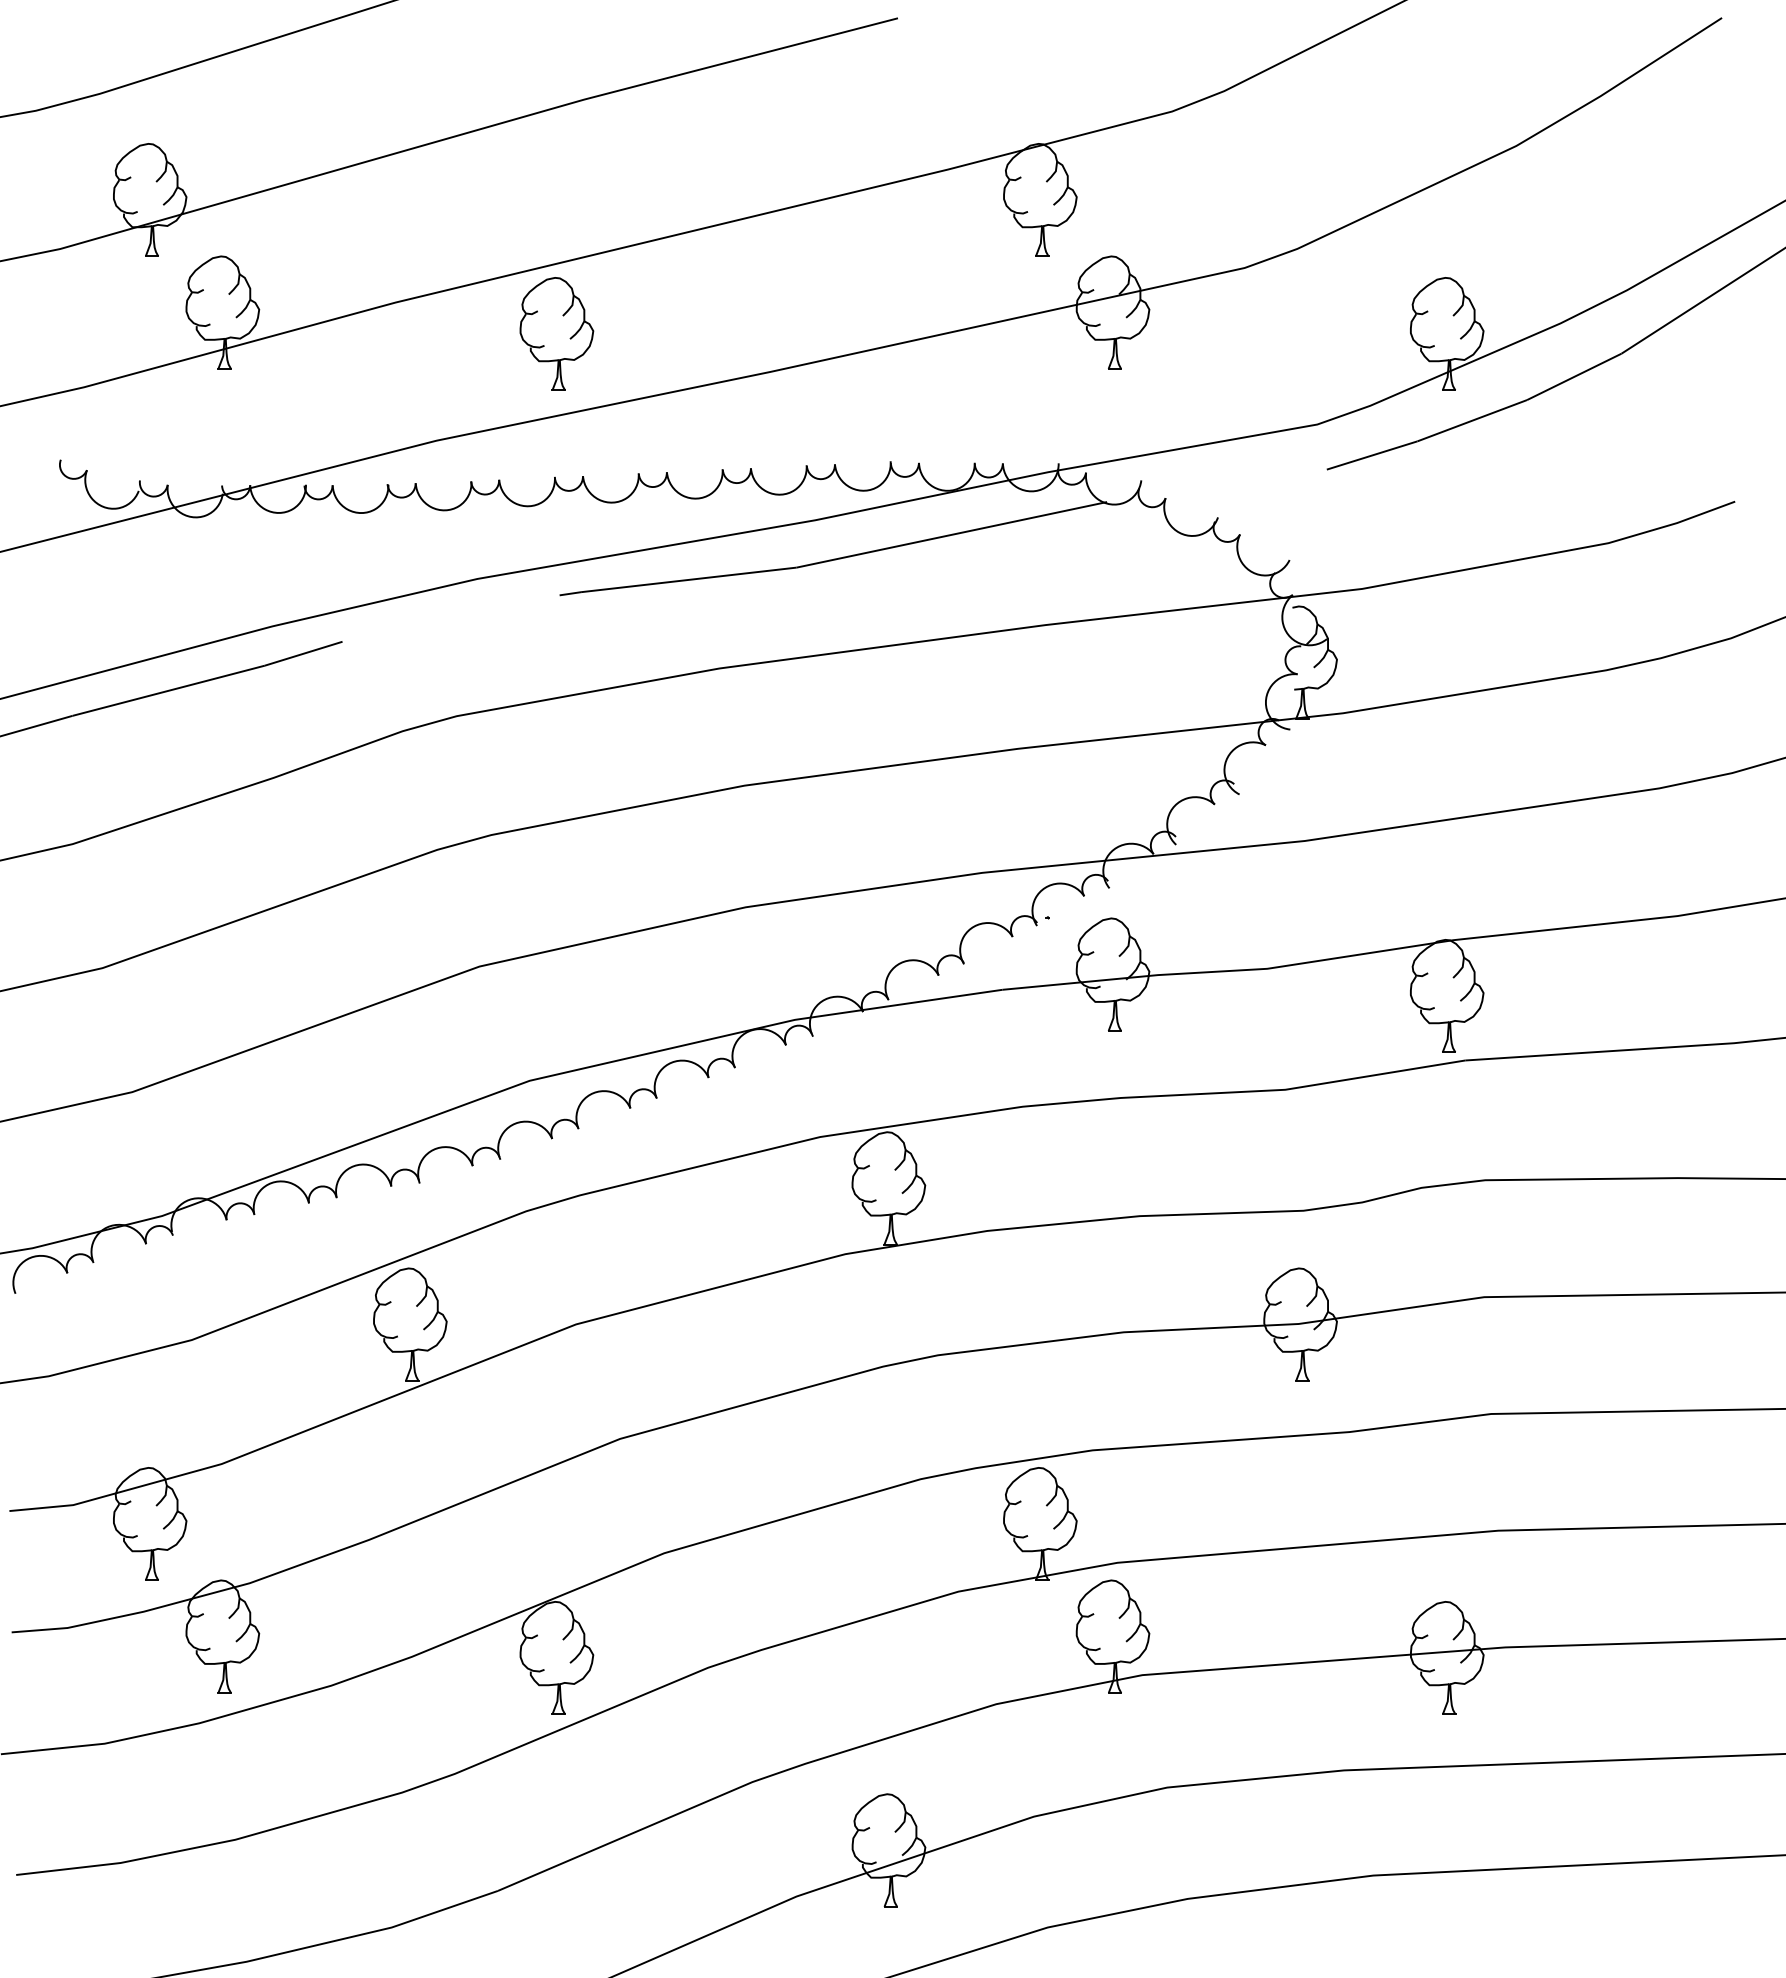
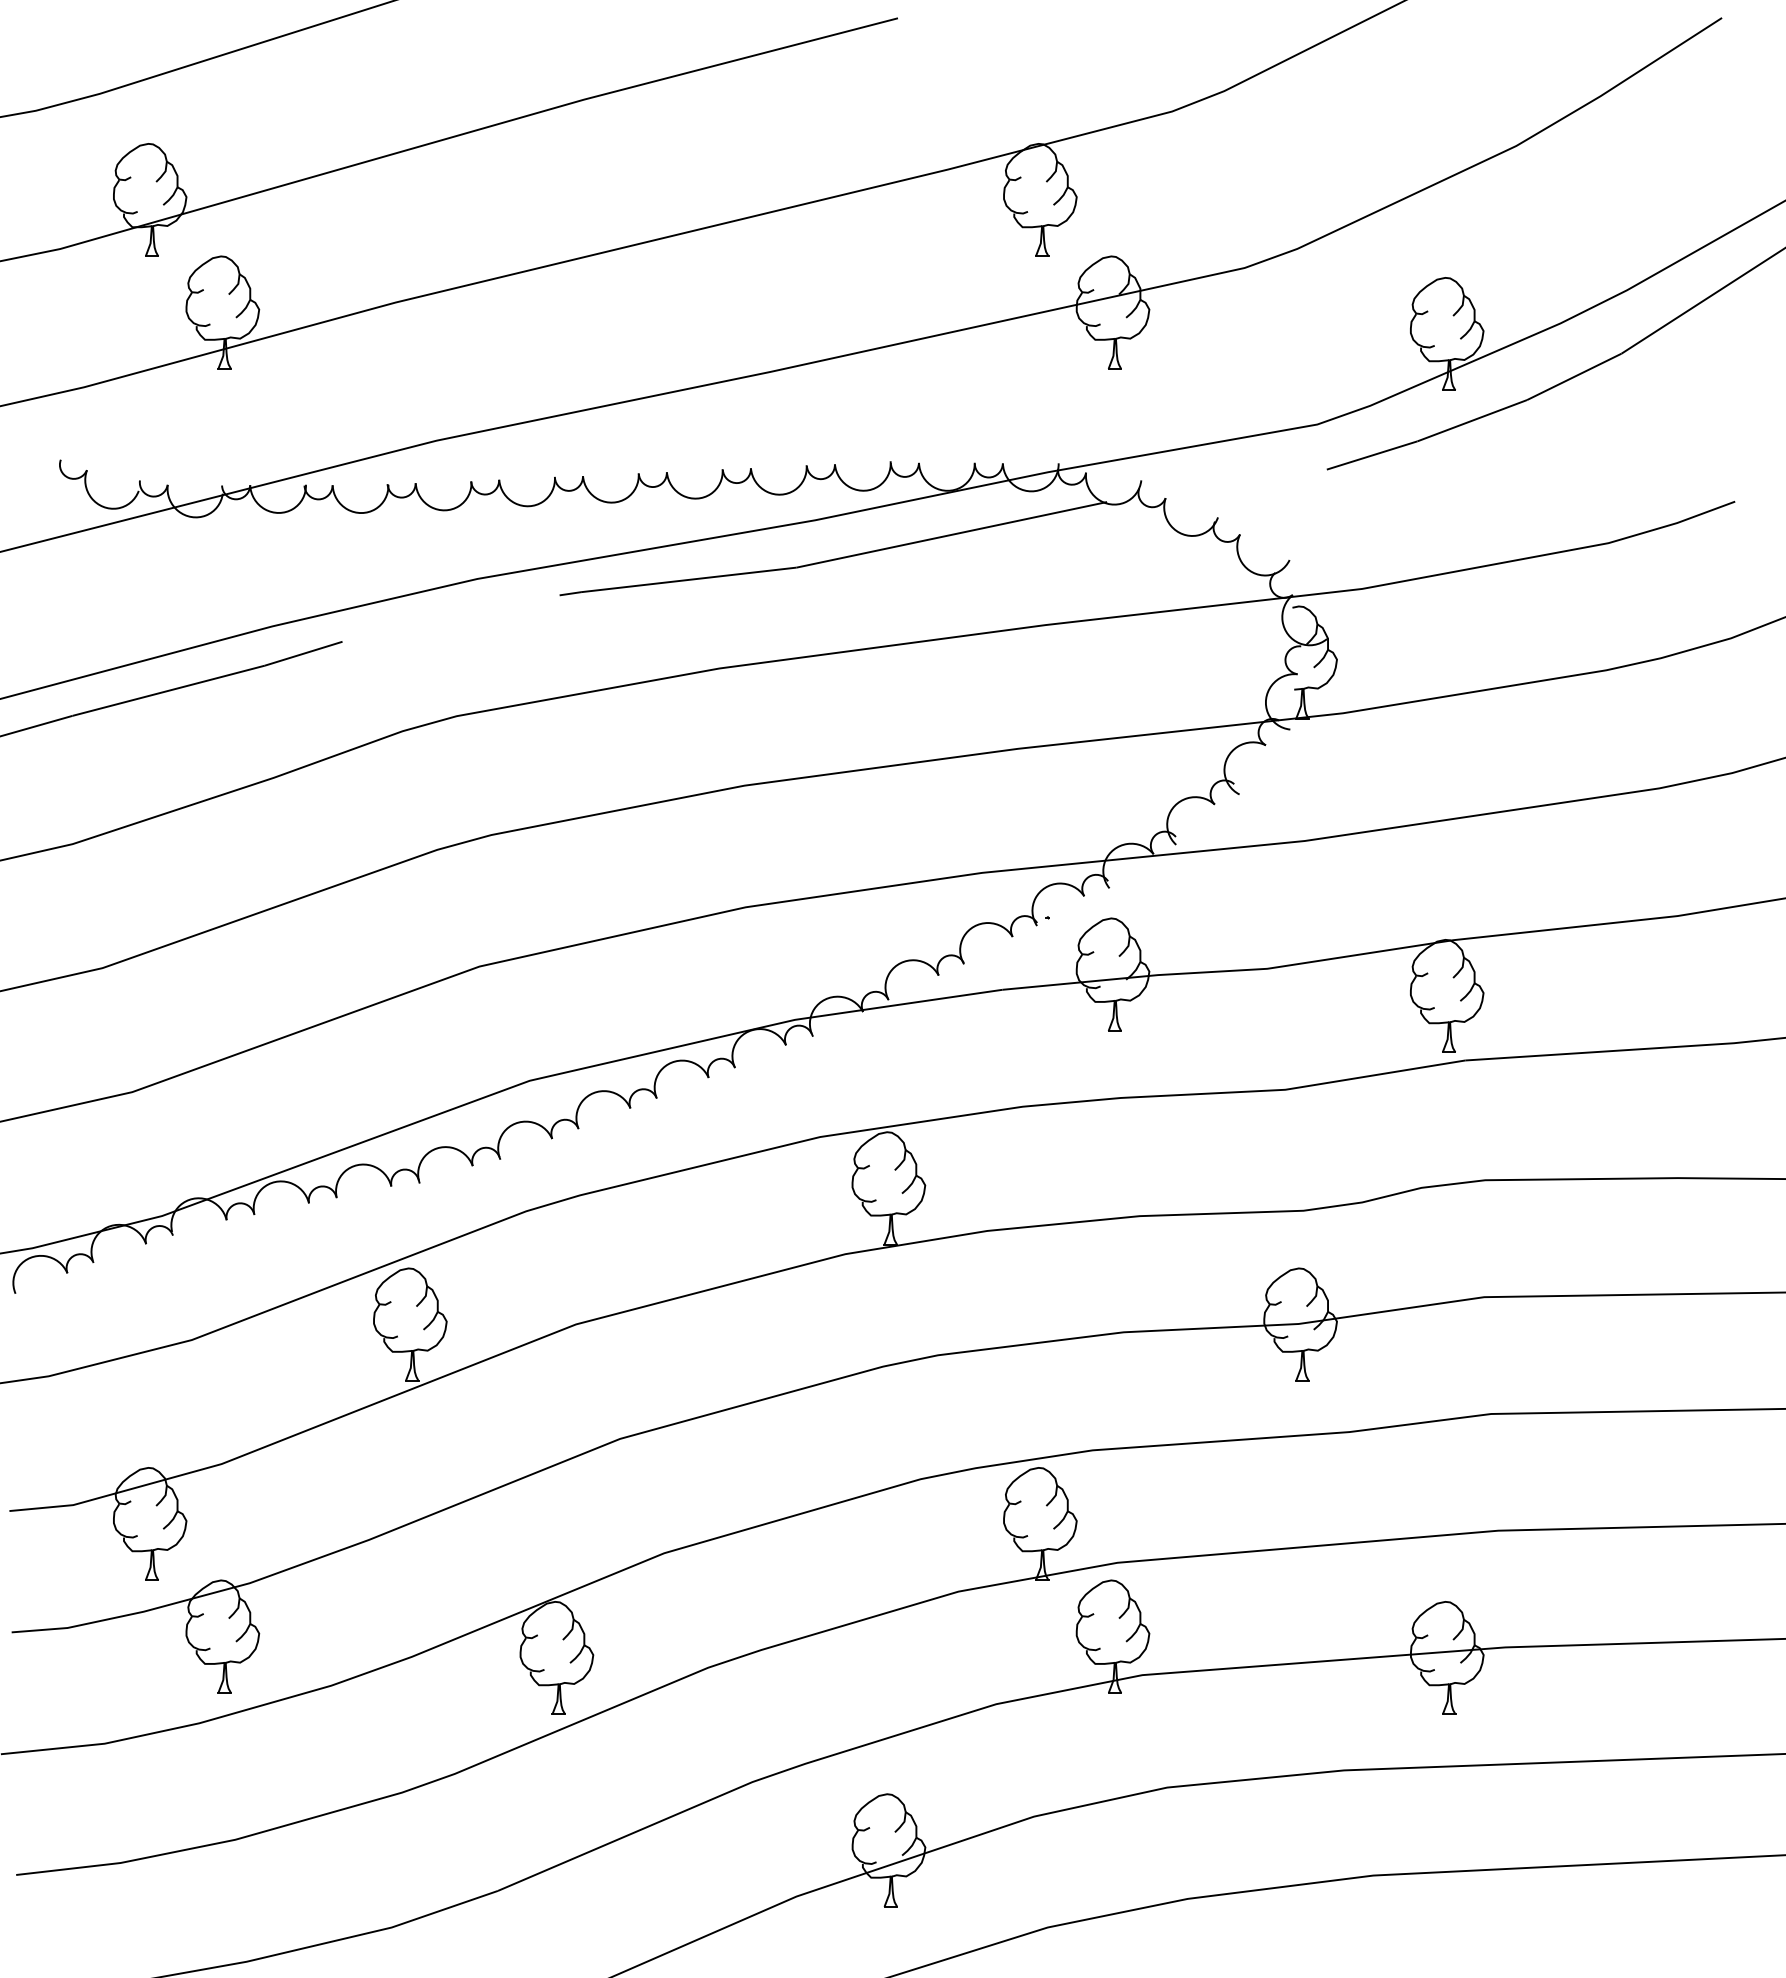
part at (556, 333): present -> none
